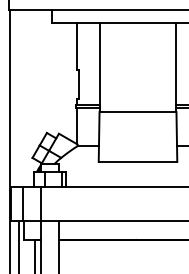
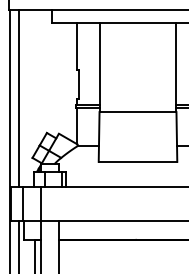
line at (19, 98): none -> present
